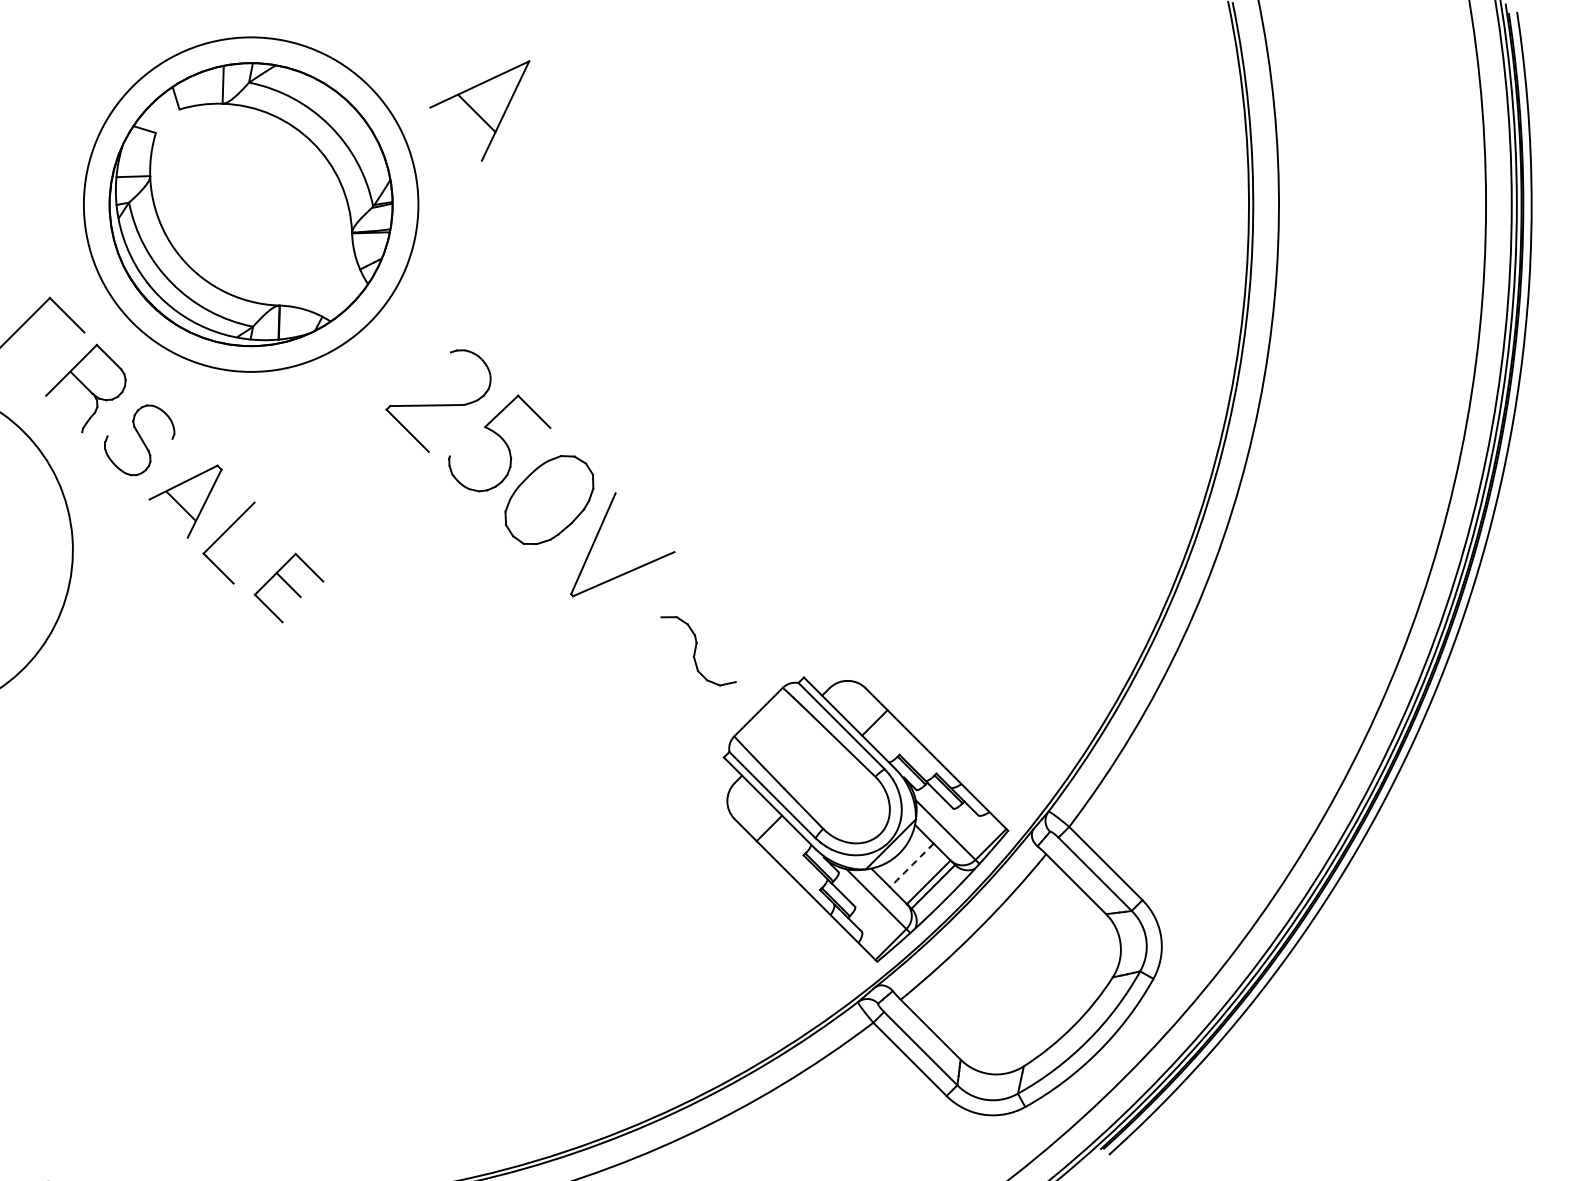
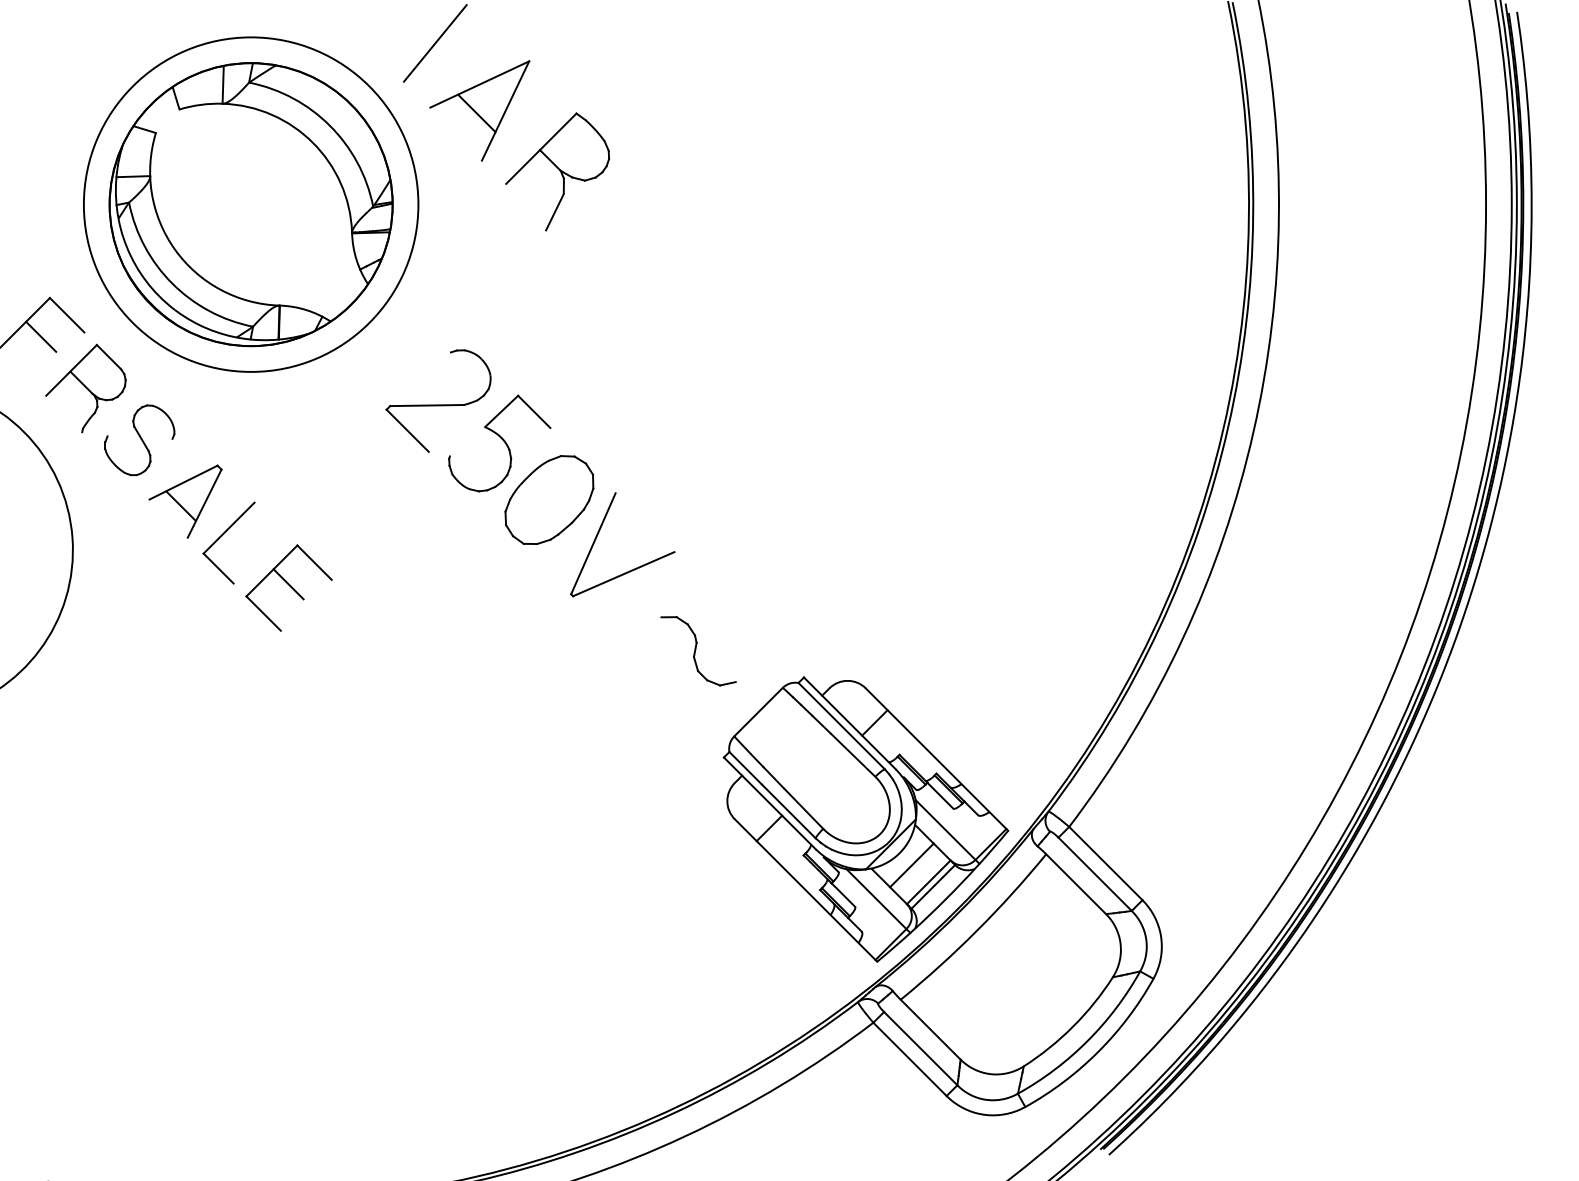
line at (434, 43): none -> present
part at (557, 171): none -> present
line at (41, 336): none -> present
part at (288, 587) size: 72x72 px -> 88x88 px
line at (911, 865): dashed -> solid
